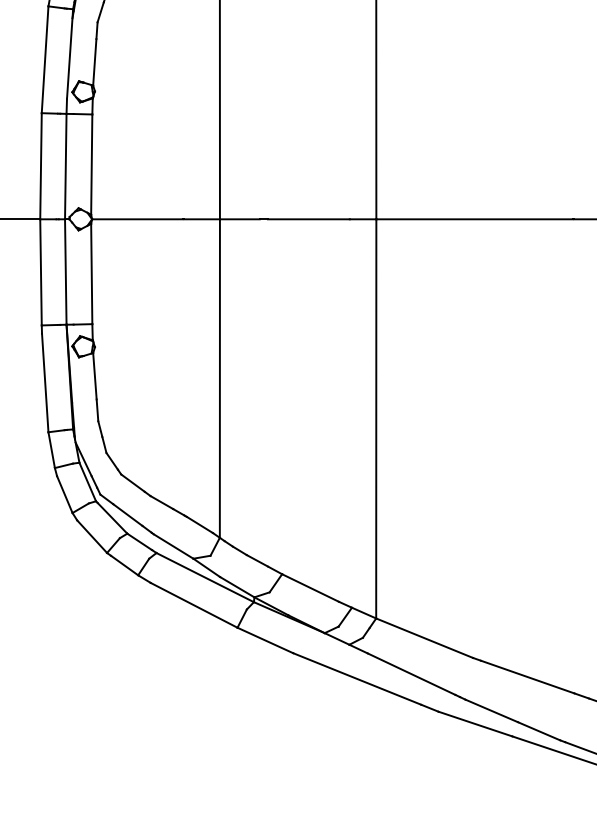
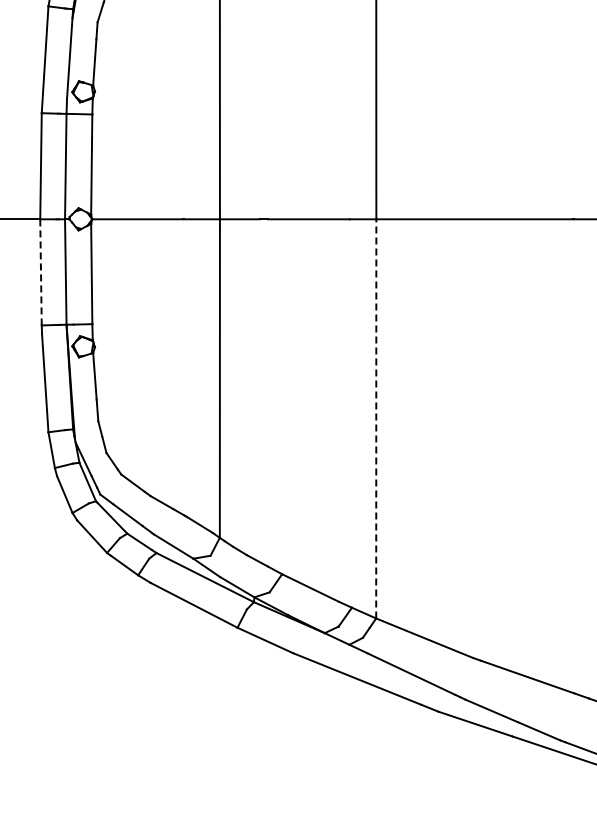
line at (41, 271): solid -> dashed
line at (376, 418): solid -> dashed
